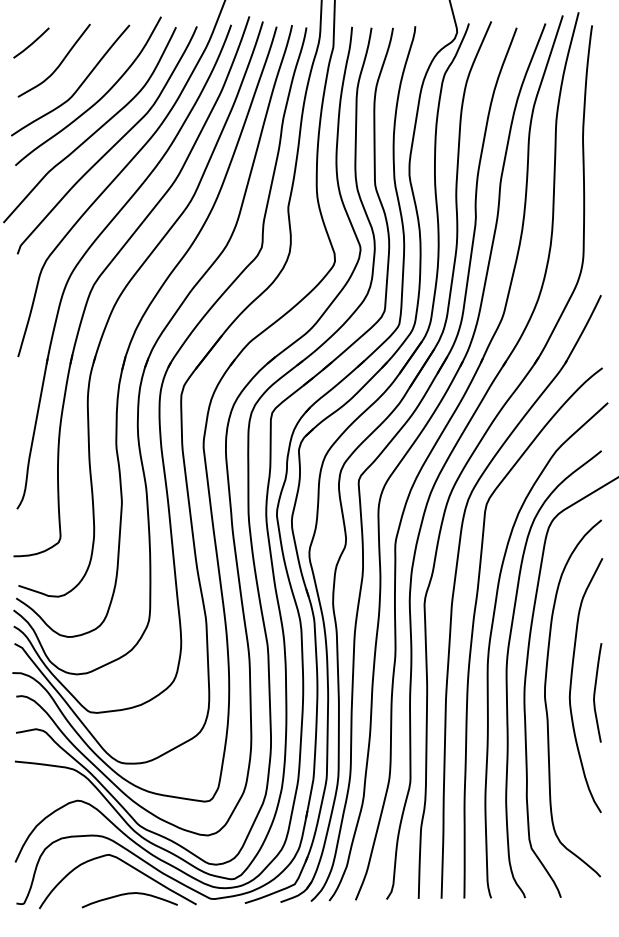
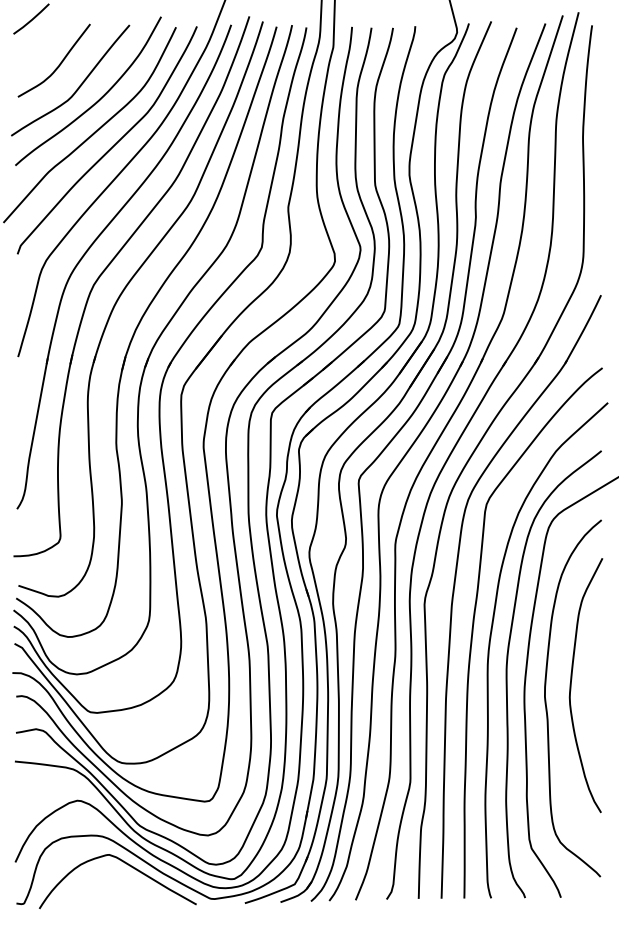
line at (32, 42) position: (32, 42) -> (32, 18)
curve at (595, 692): present -> none
curve at (129, 894): present -> none
